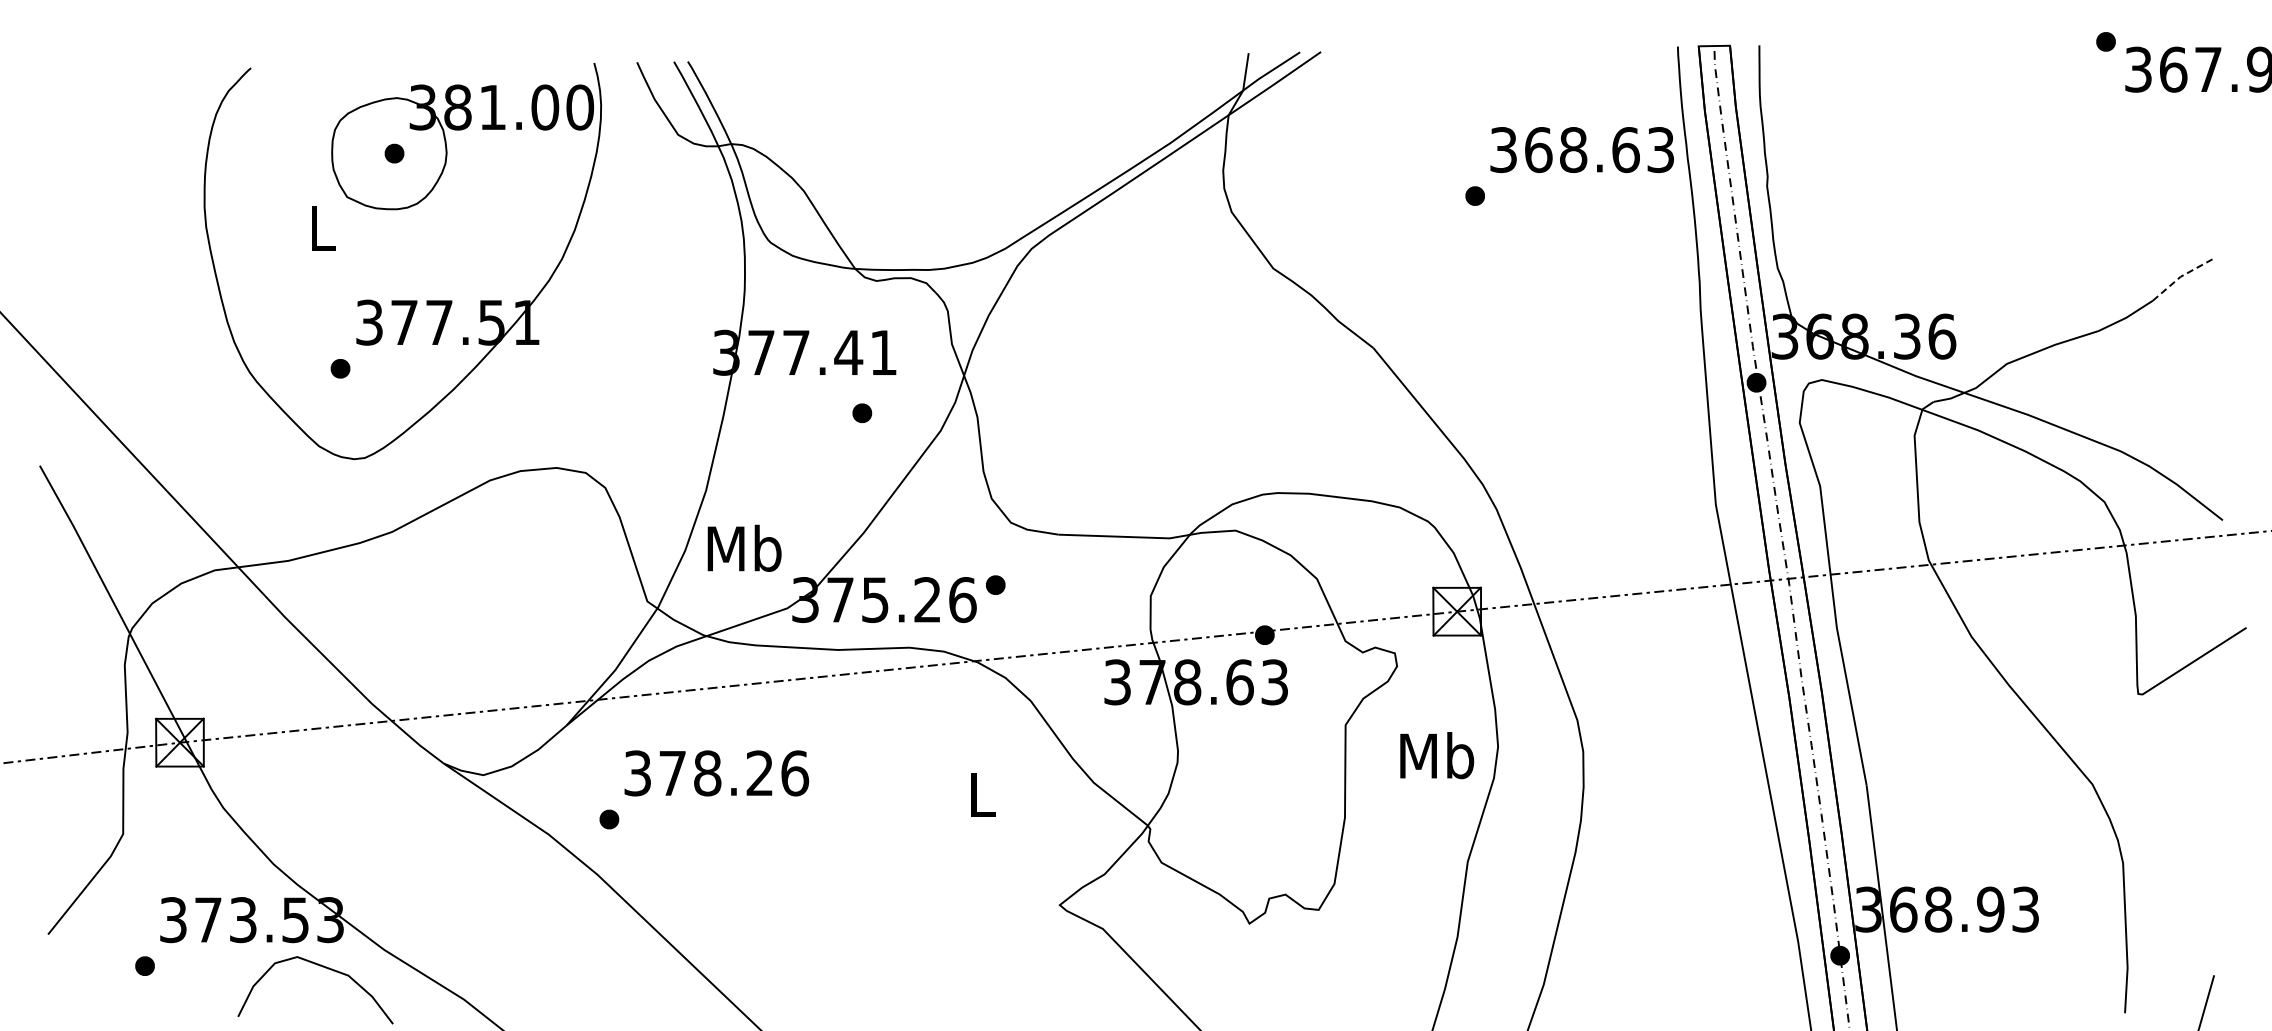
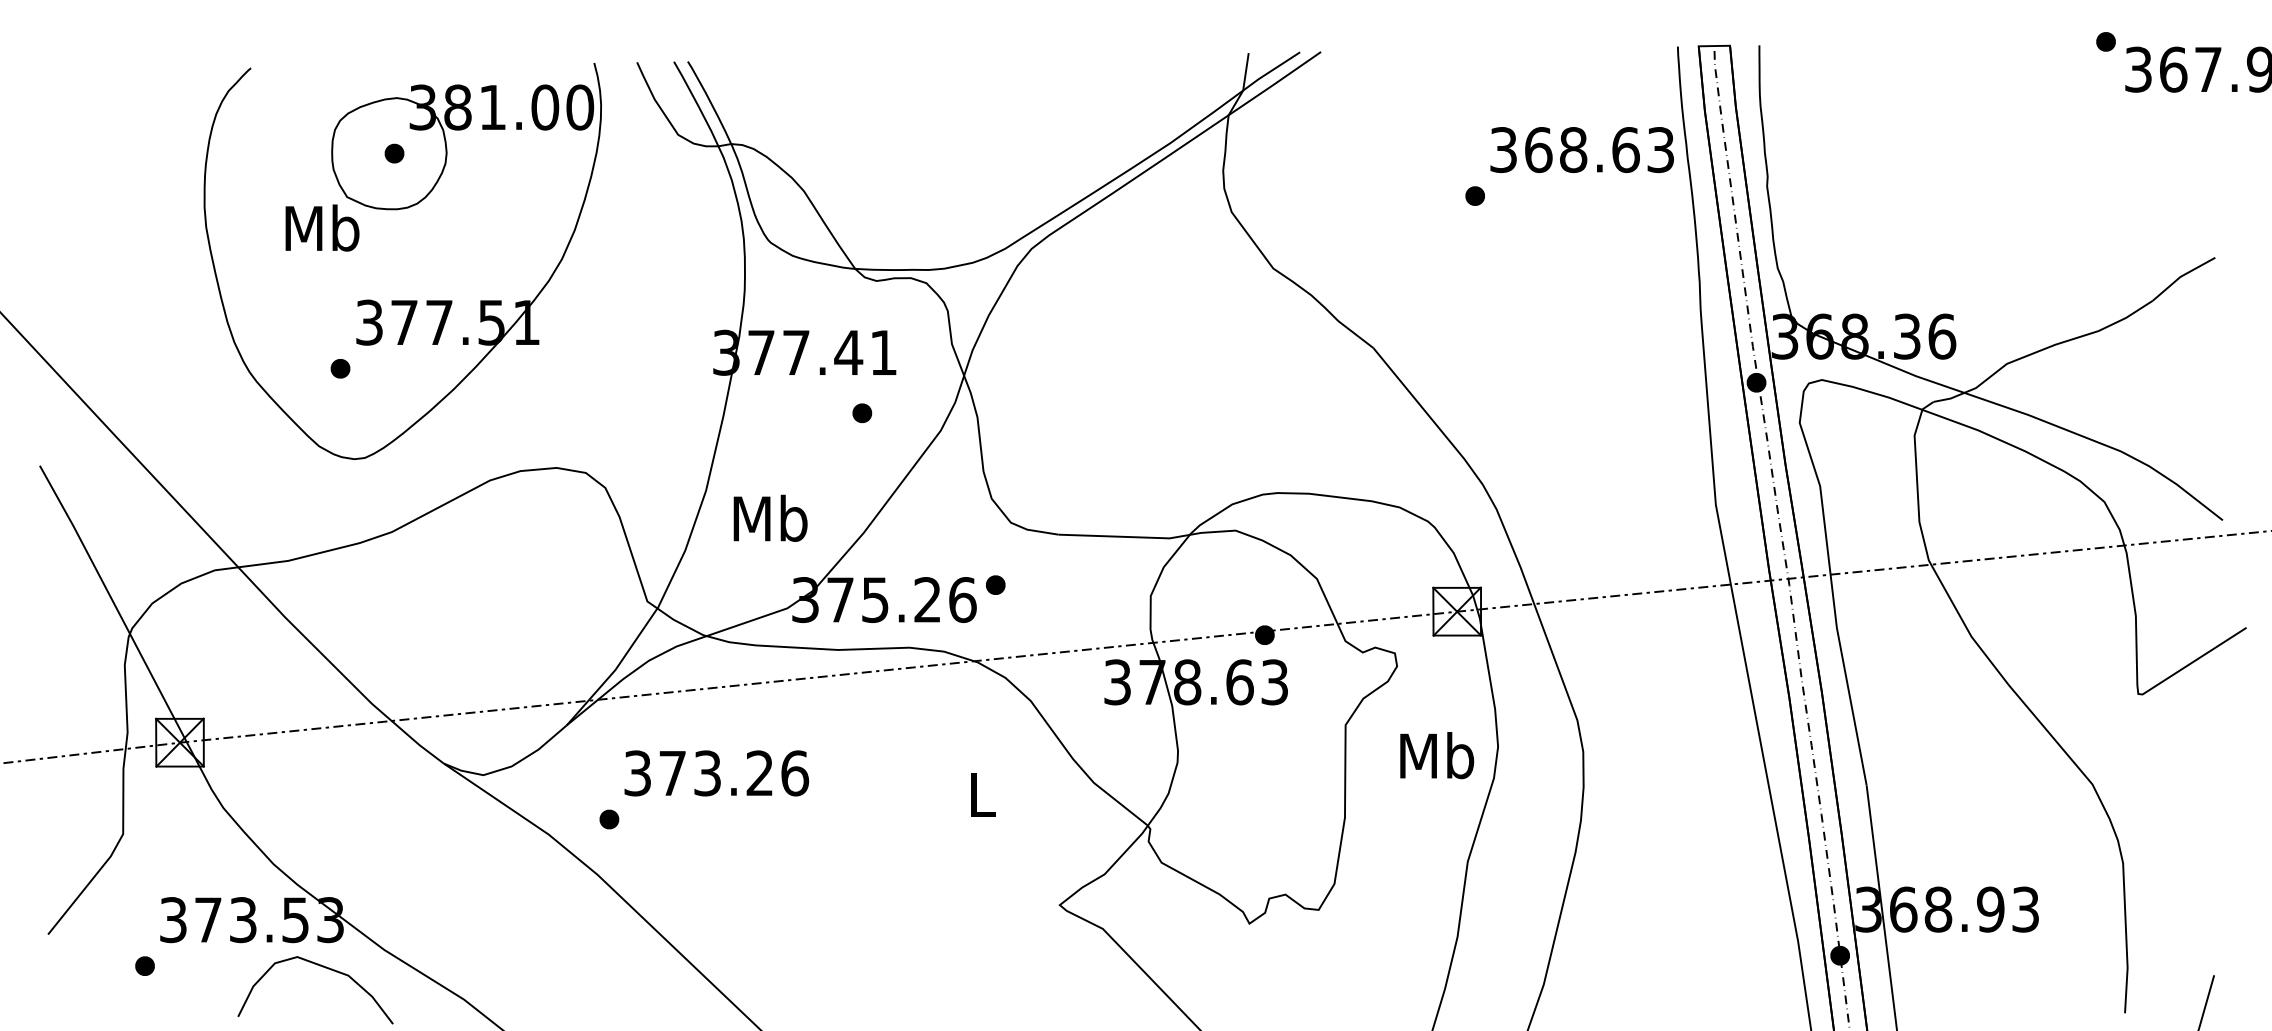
text at (322, 227): L -> Mb
line at (2181, 276): dashed -> solid
text at (744, 547) position: (744, 547) -> (770, 517)
text at (707, 773): 378.26 -> 373.26
